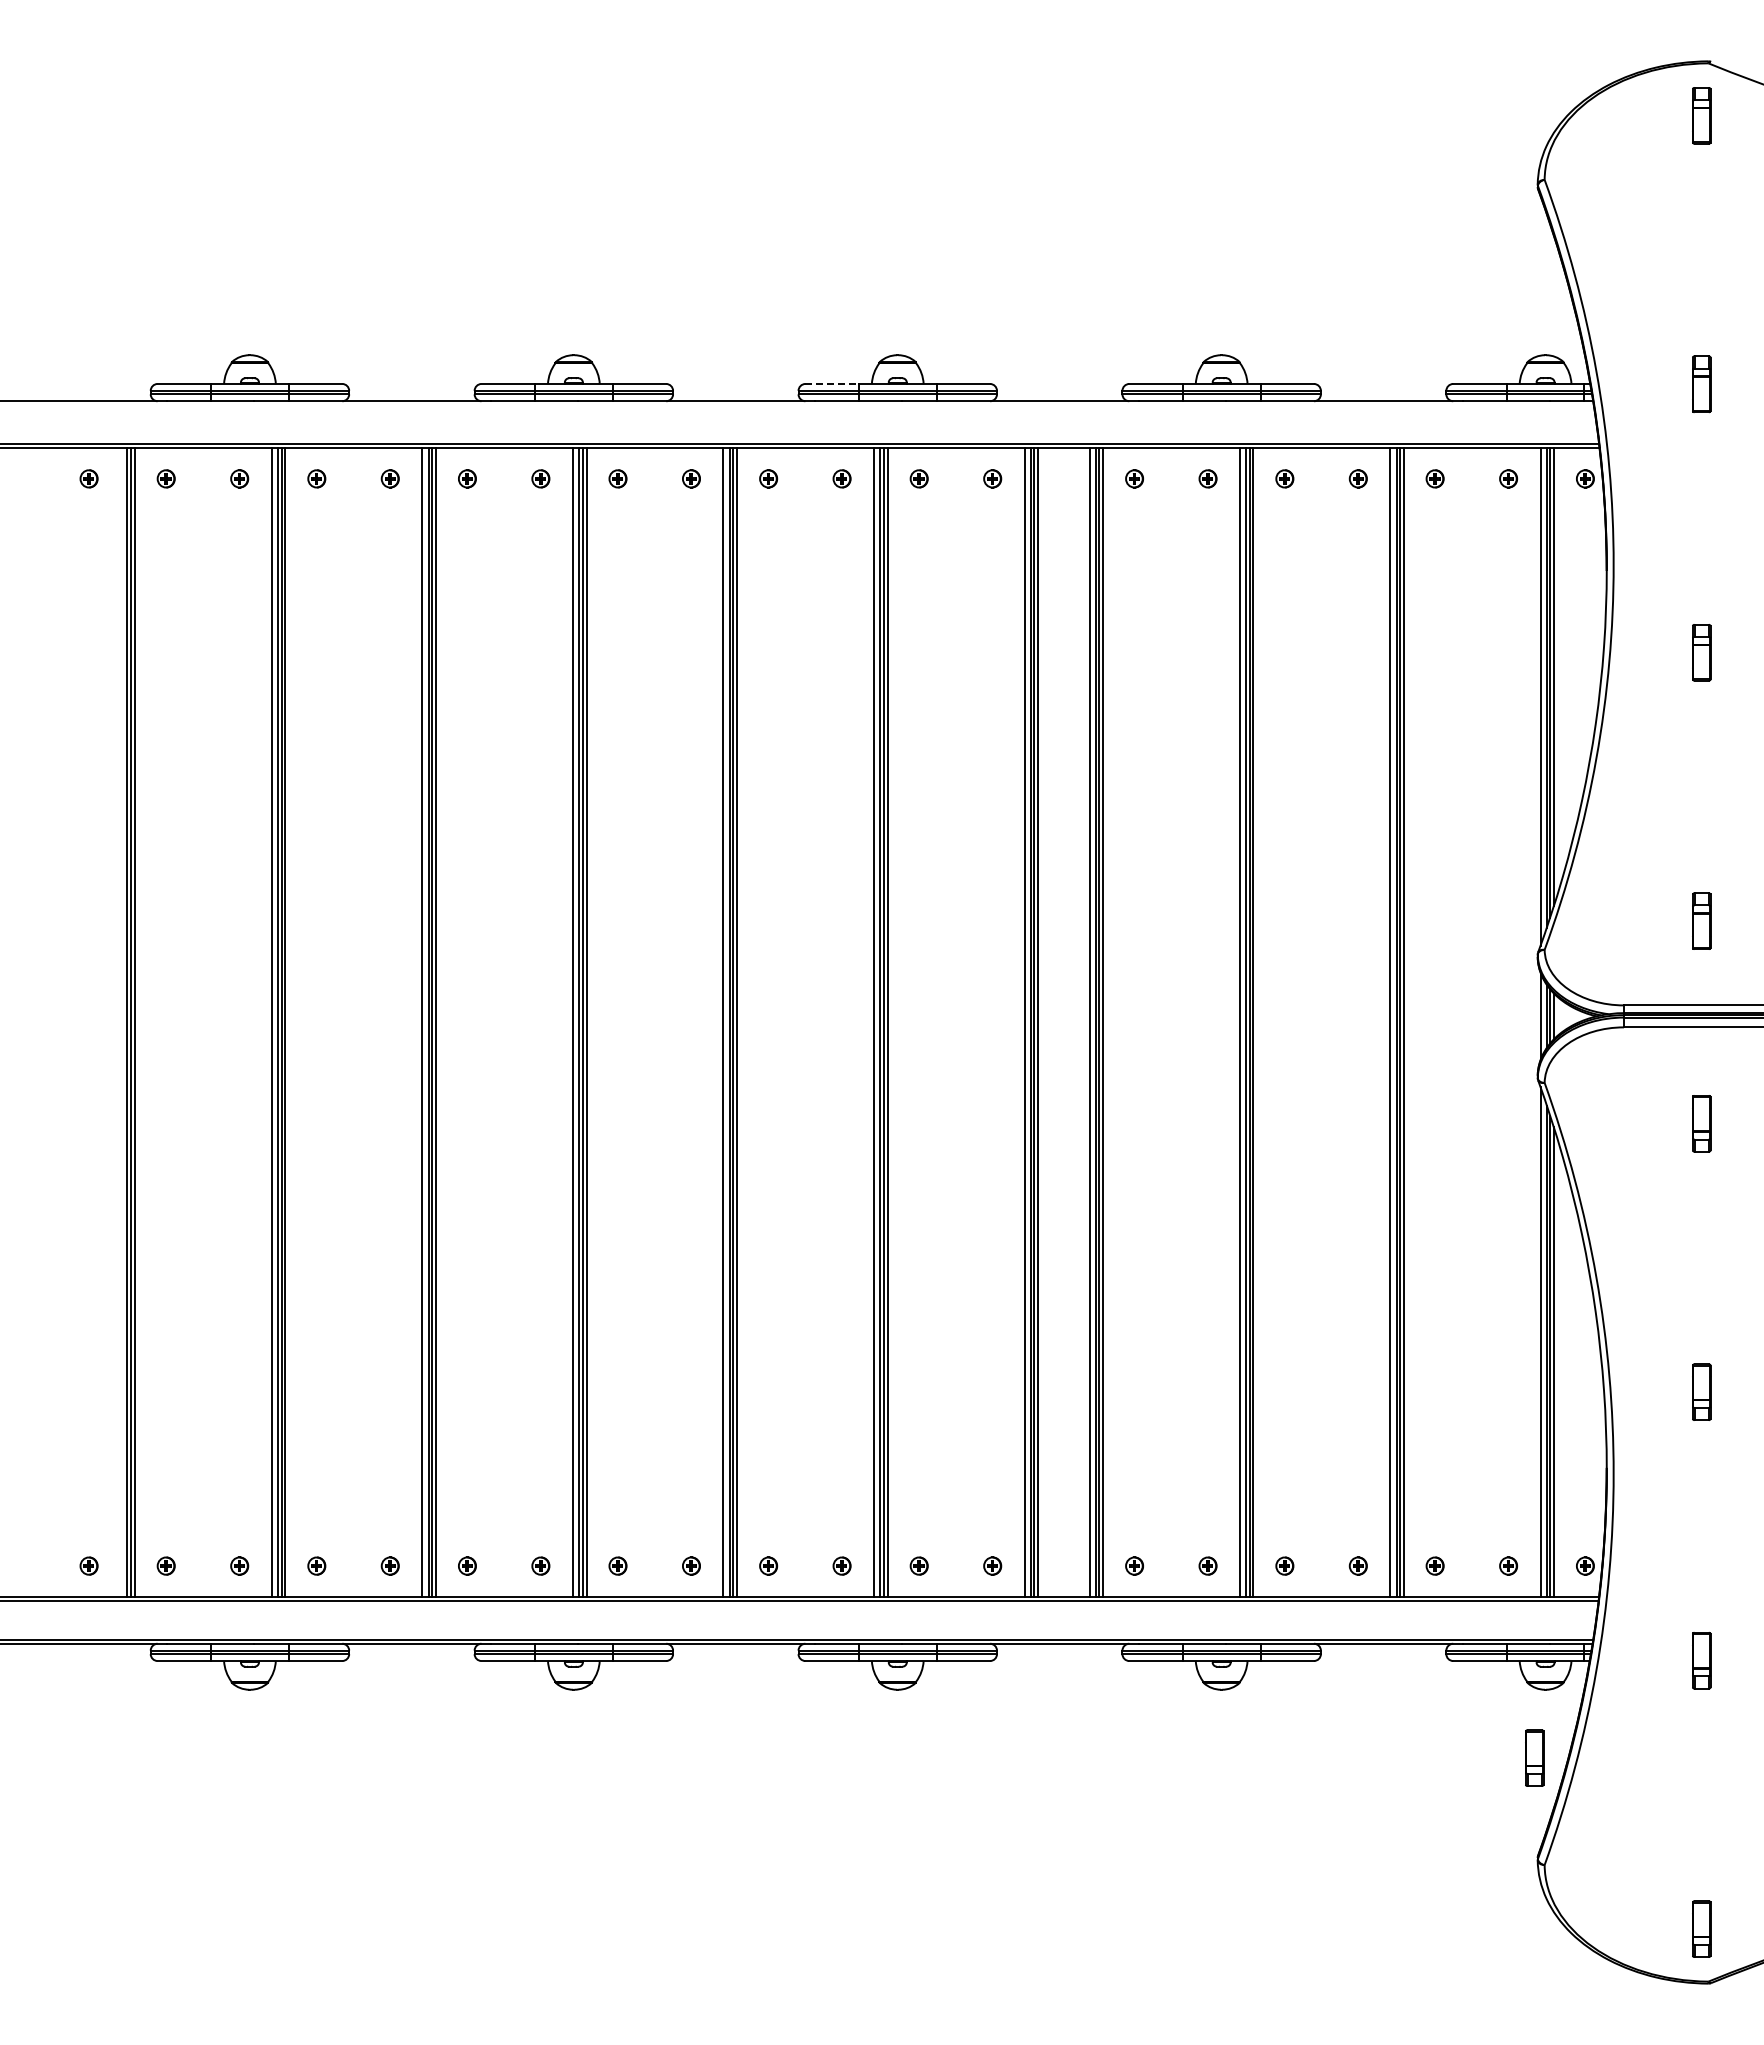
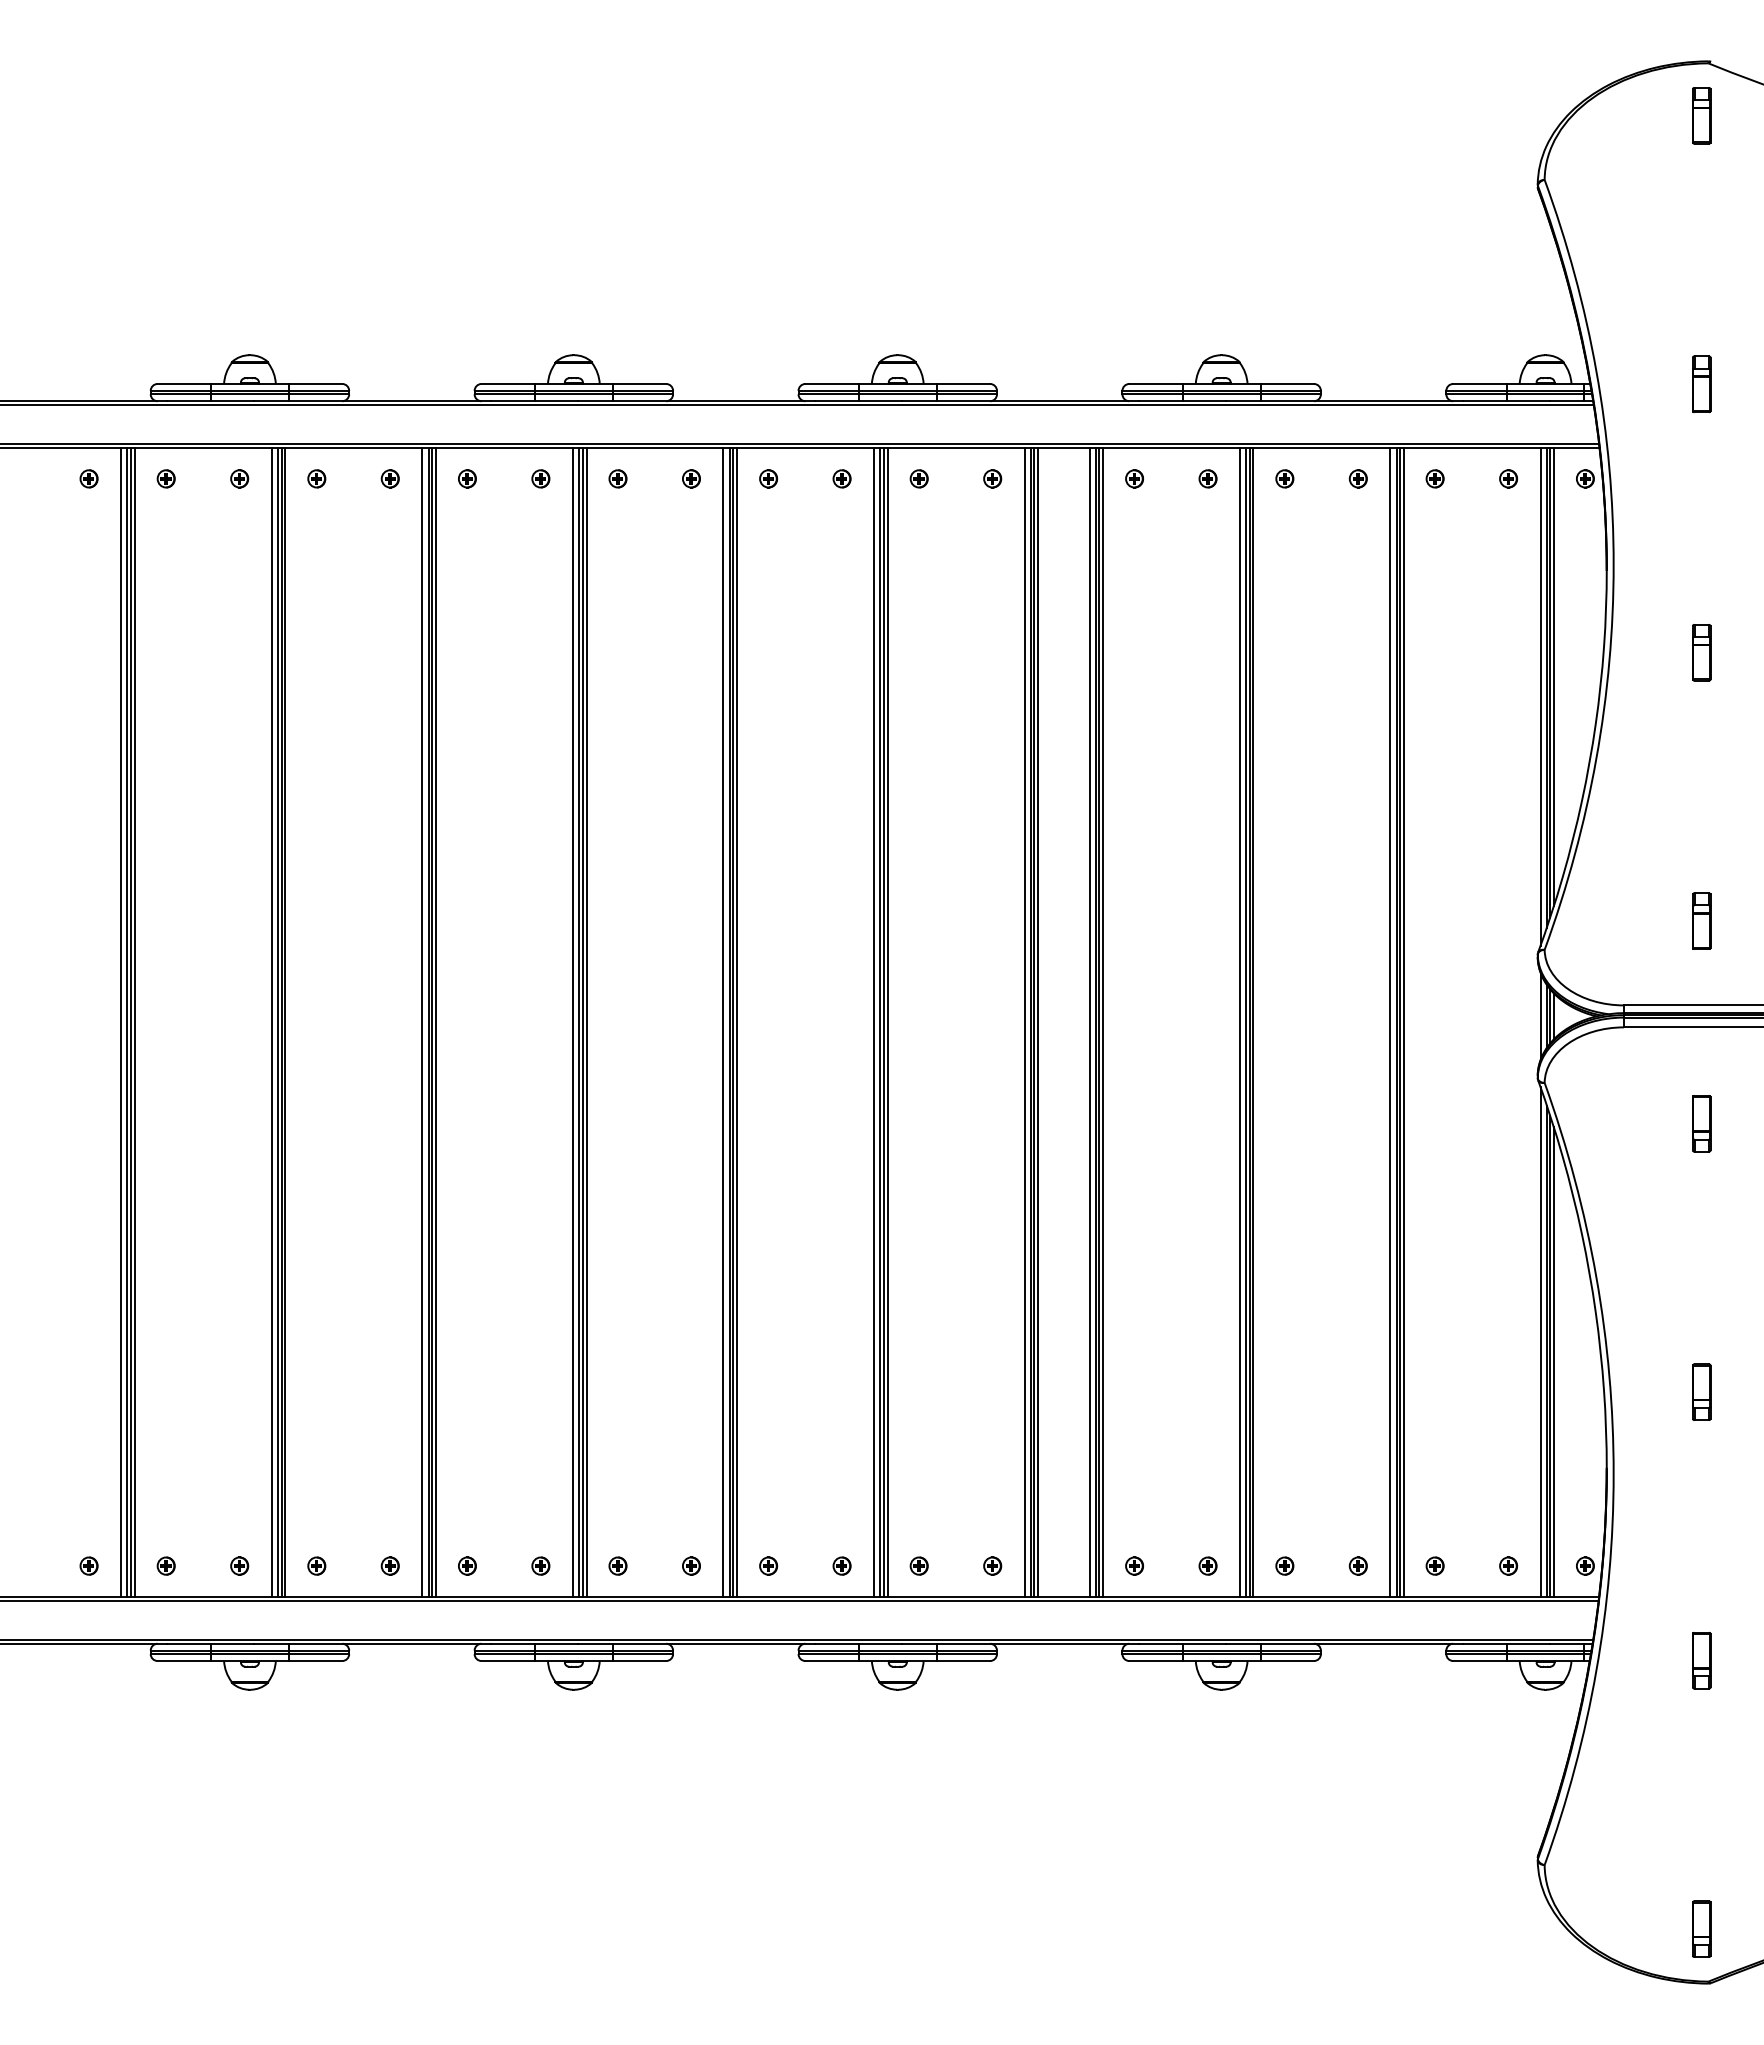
line at (832, 383): dashed -> solid
line at (797, 404): none -> present
line at (121, 1022): none -> present
part at (1534, 1757): present -> none
